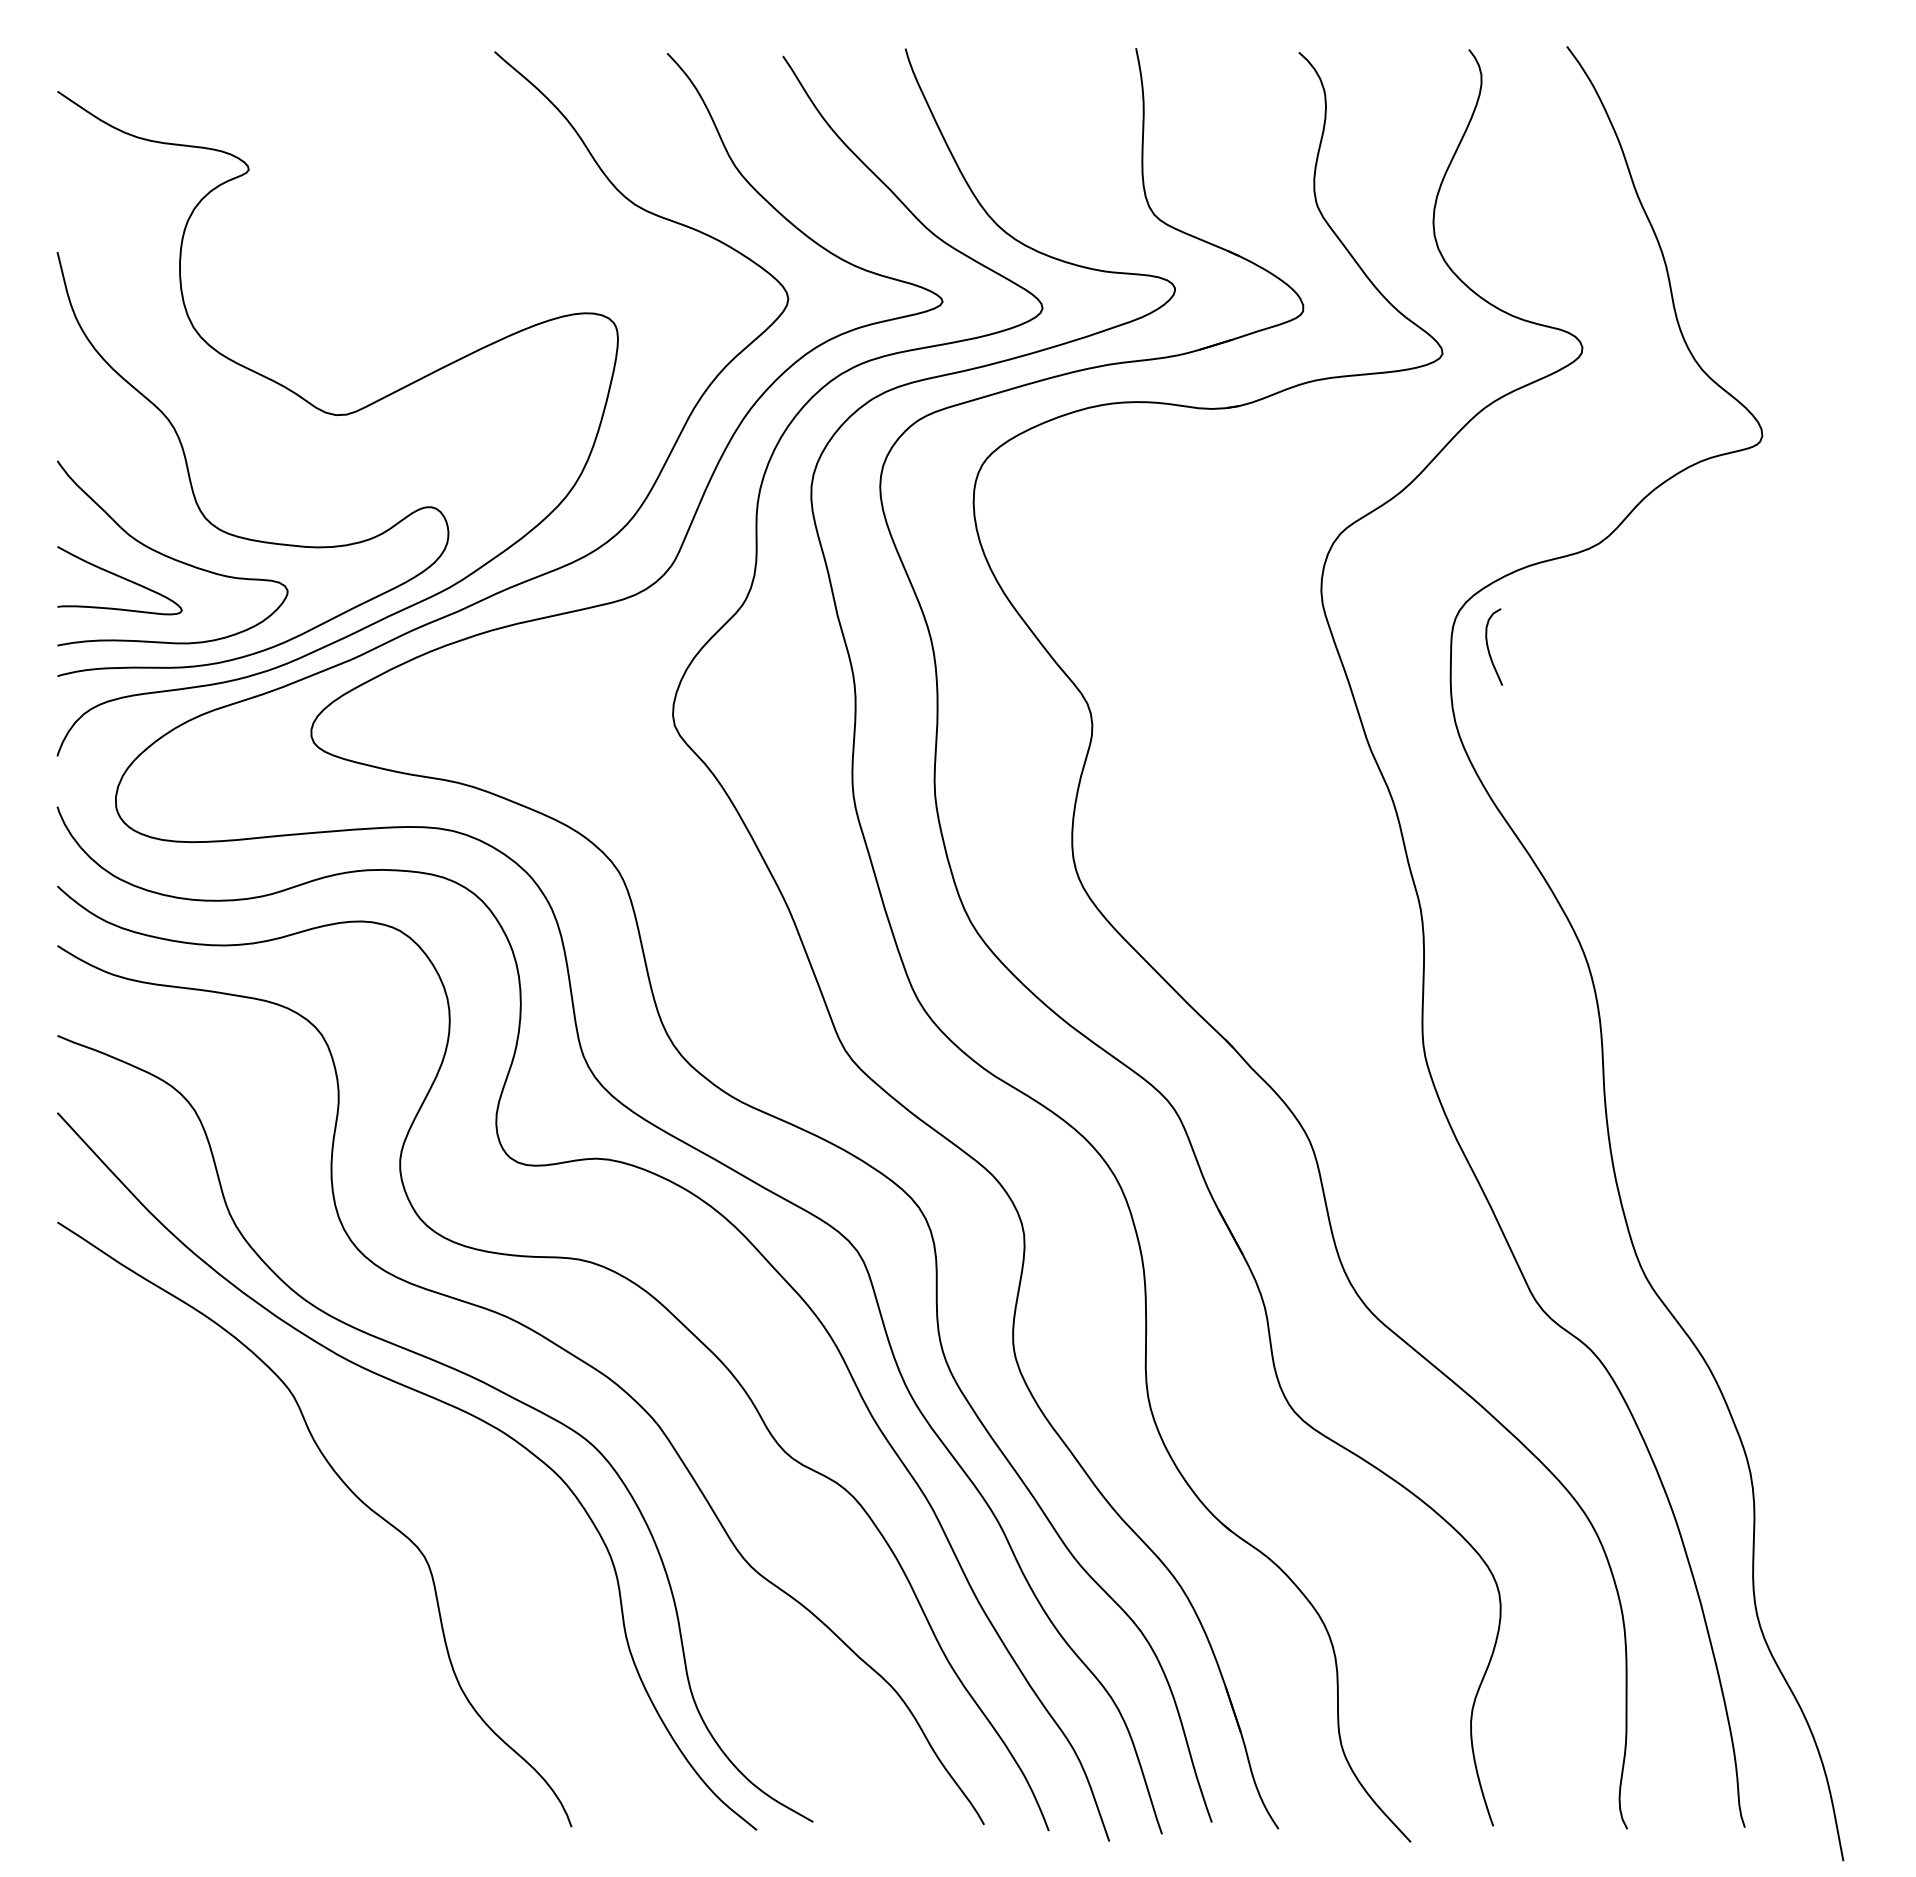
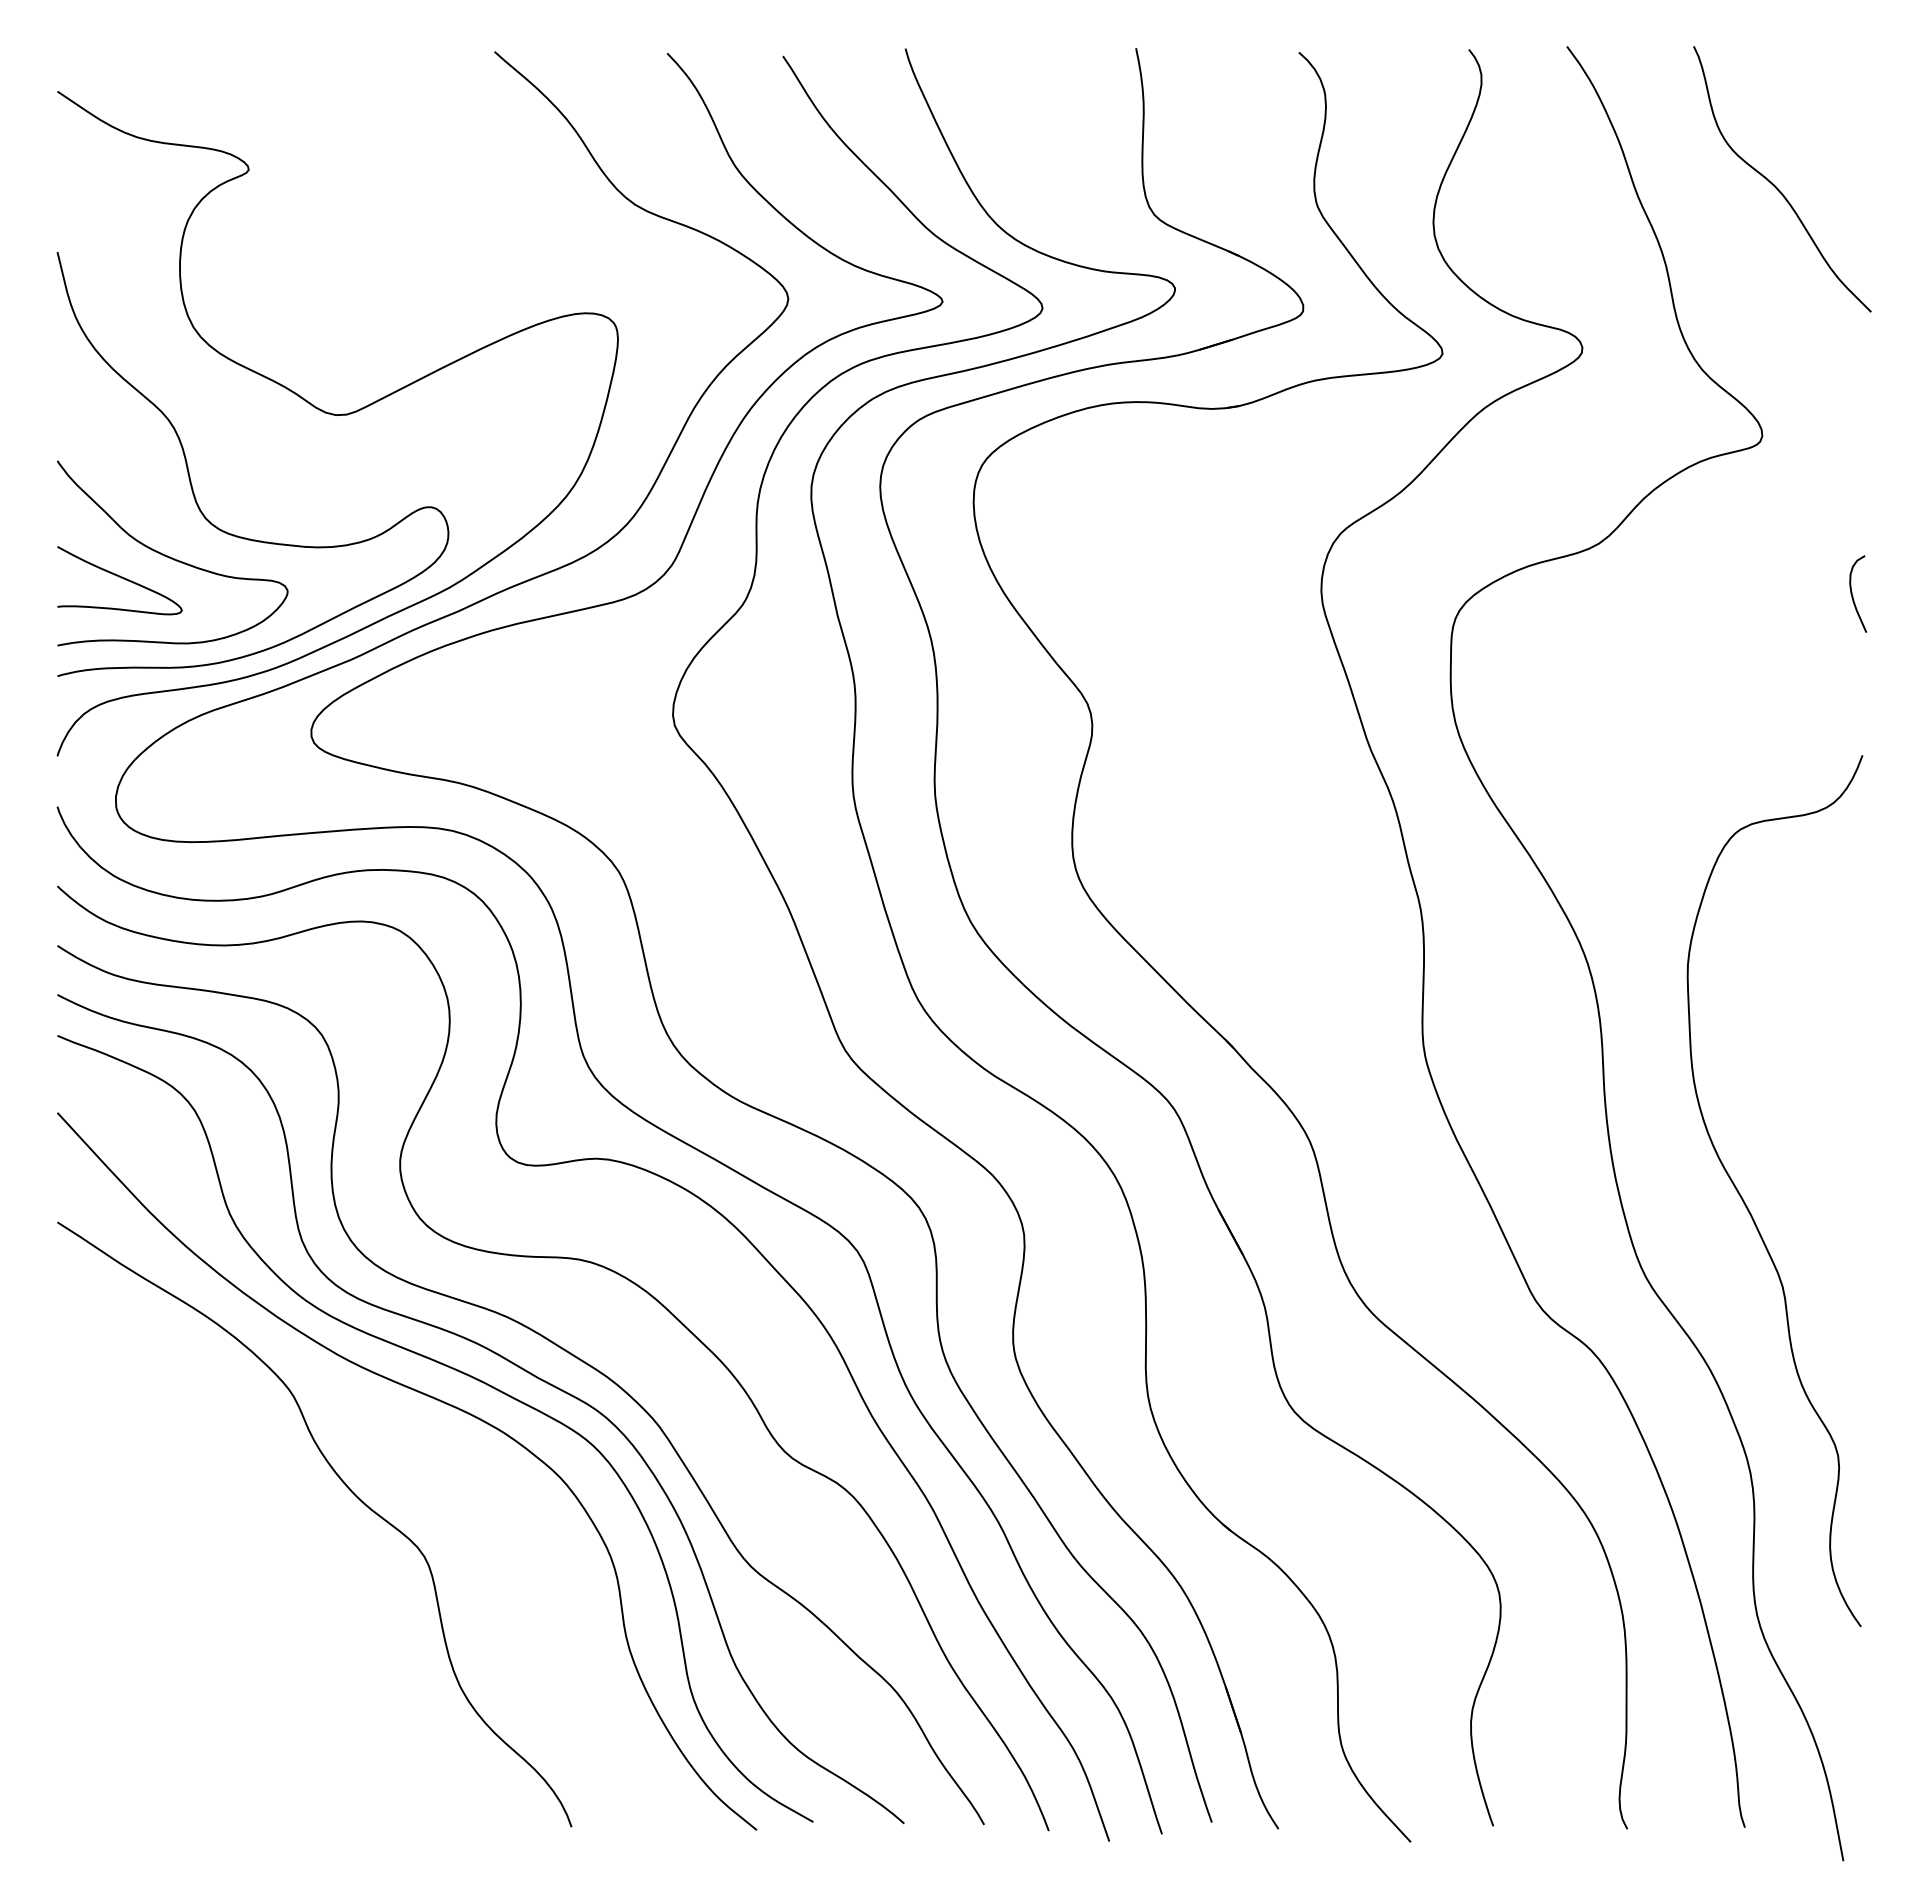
curve at (1775, 185): none -> present
curve at (1489, 649) position: (1489, 649) -> (1853, 596)
curve at (1746, 1204): none -> present
curve at (507, 1361): none -> present
